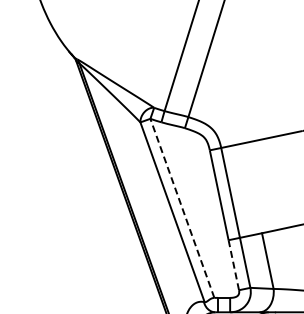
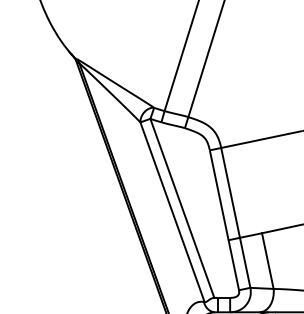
line at (182, 207): dashed -> solid
line at (233, 265): dashed -> solid
